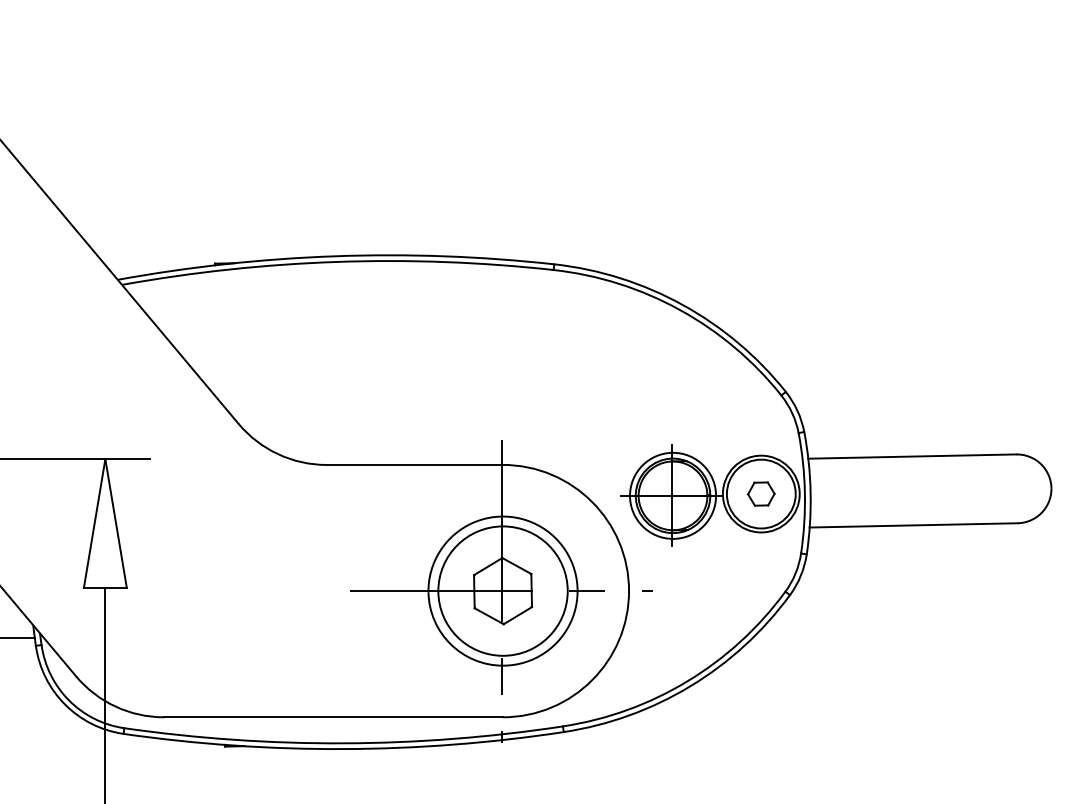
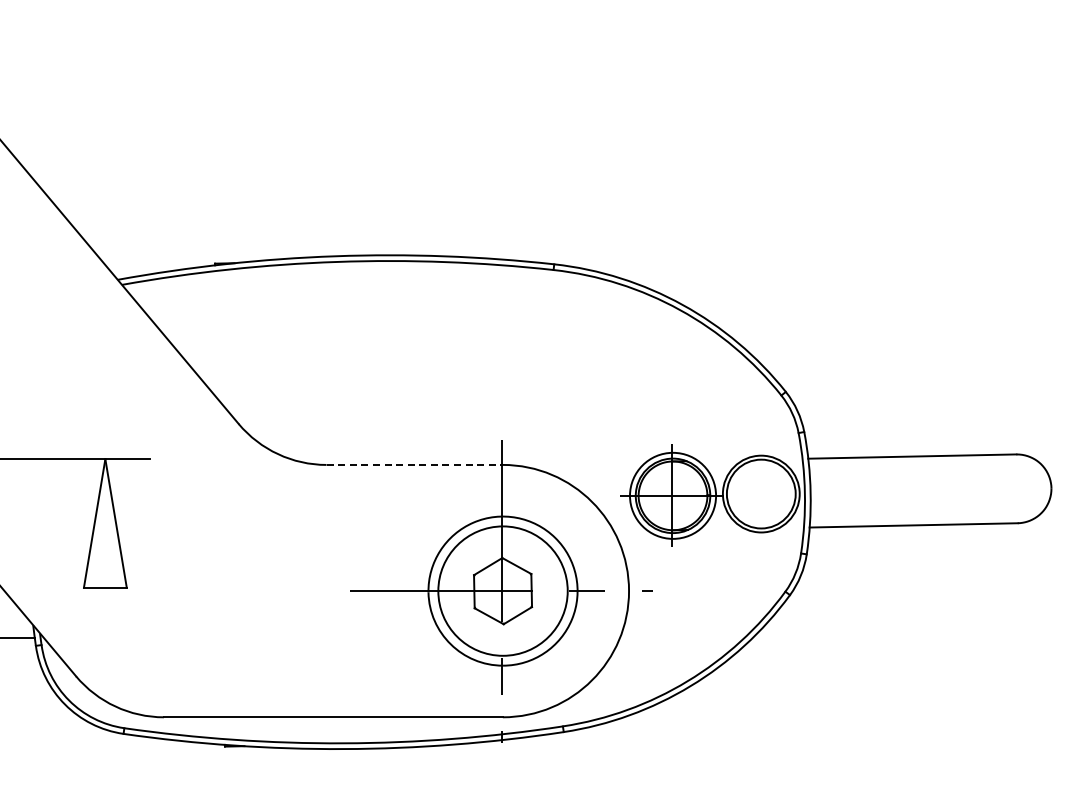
line at (415, 464): solid -> dashed
part at (761, 493): present -> none
line at (105, 693): present -> none
